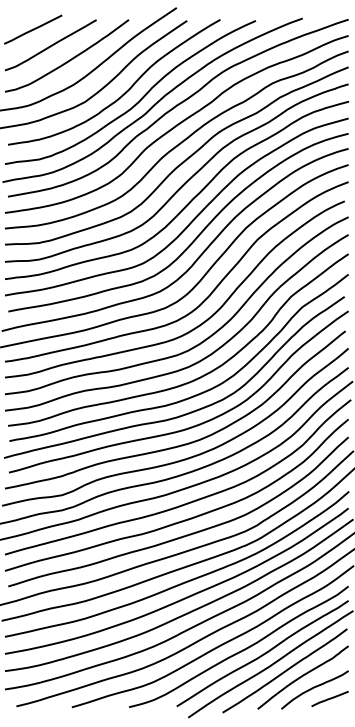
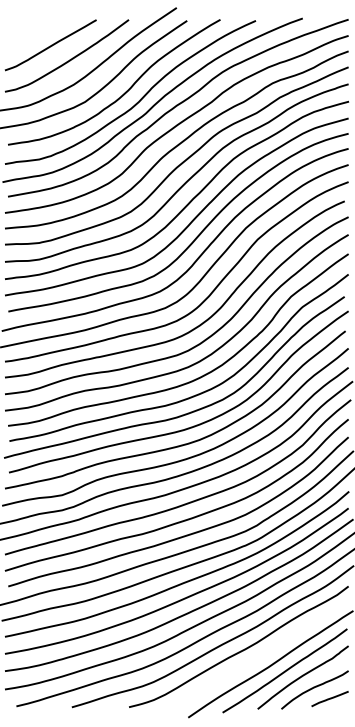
line at (33, 29): present -> none
curve at (263, 653): present -> none
